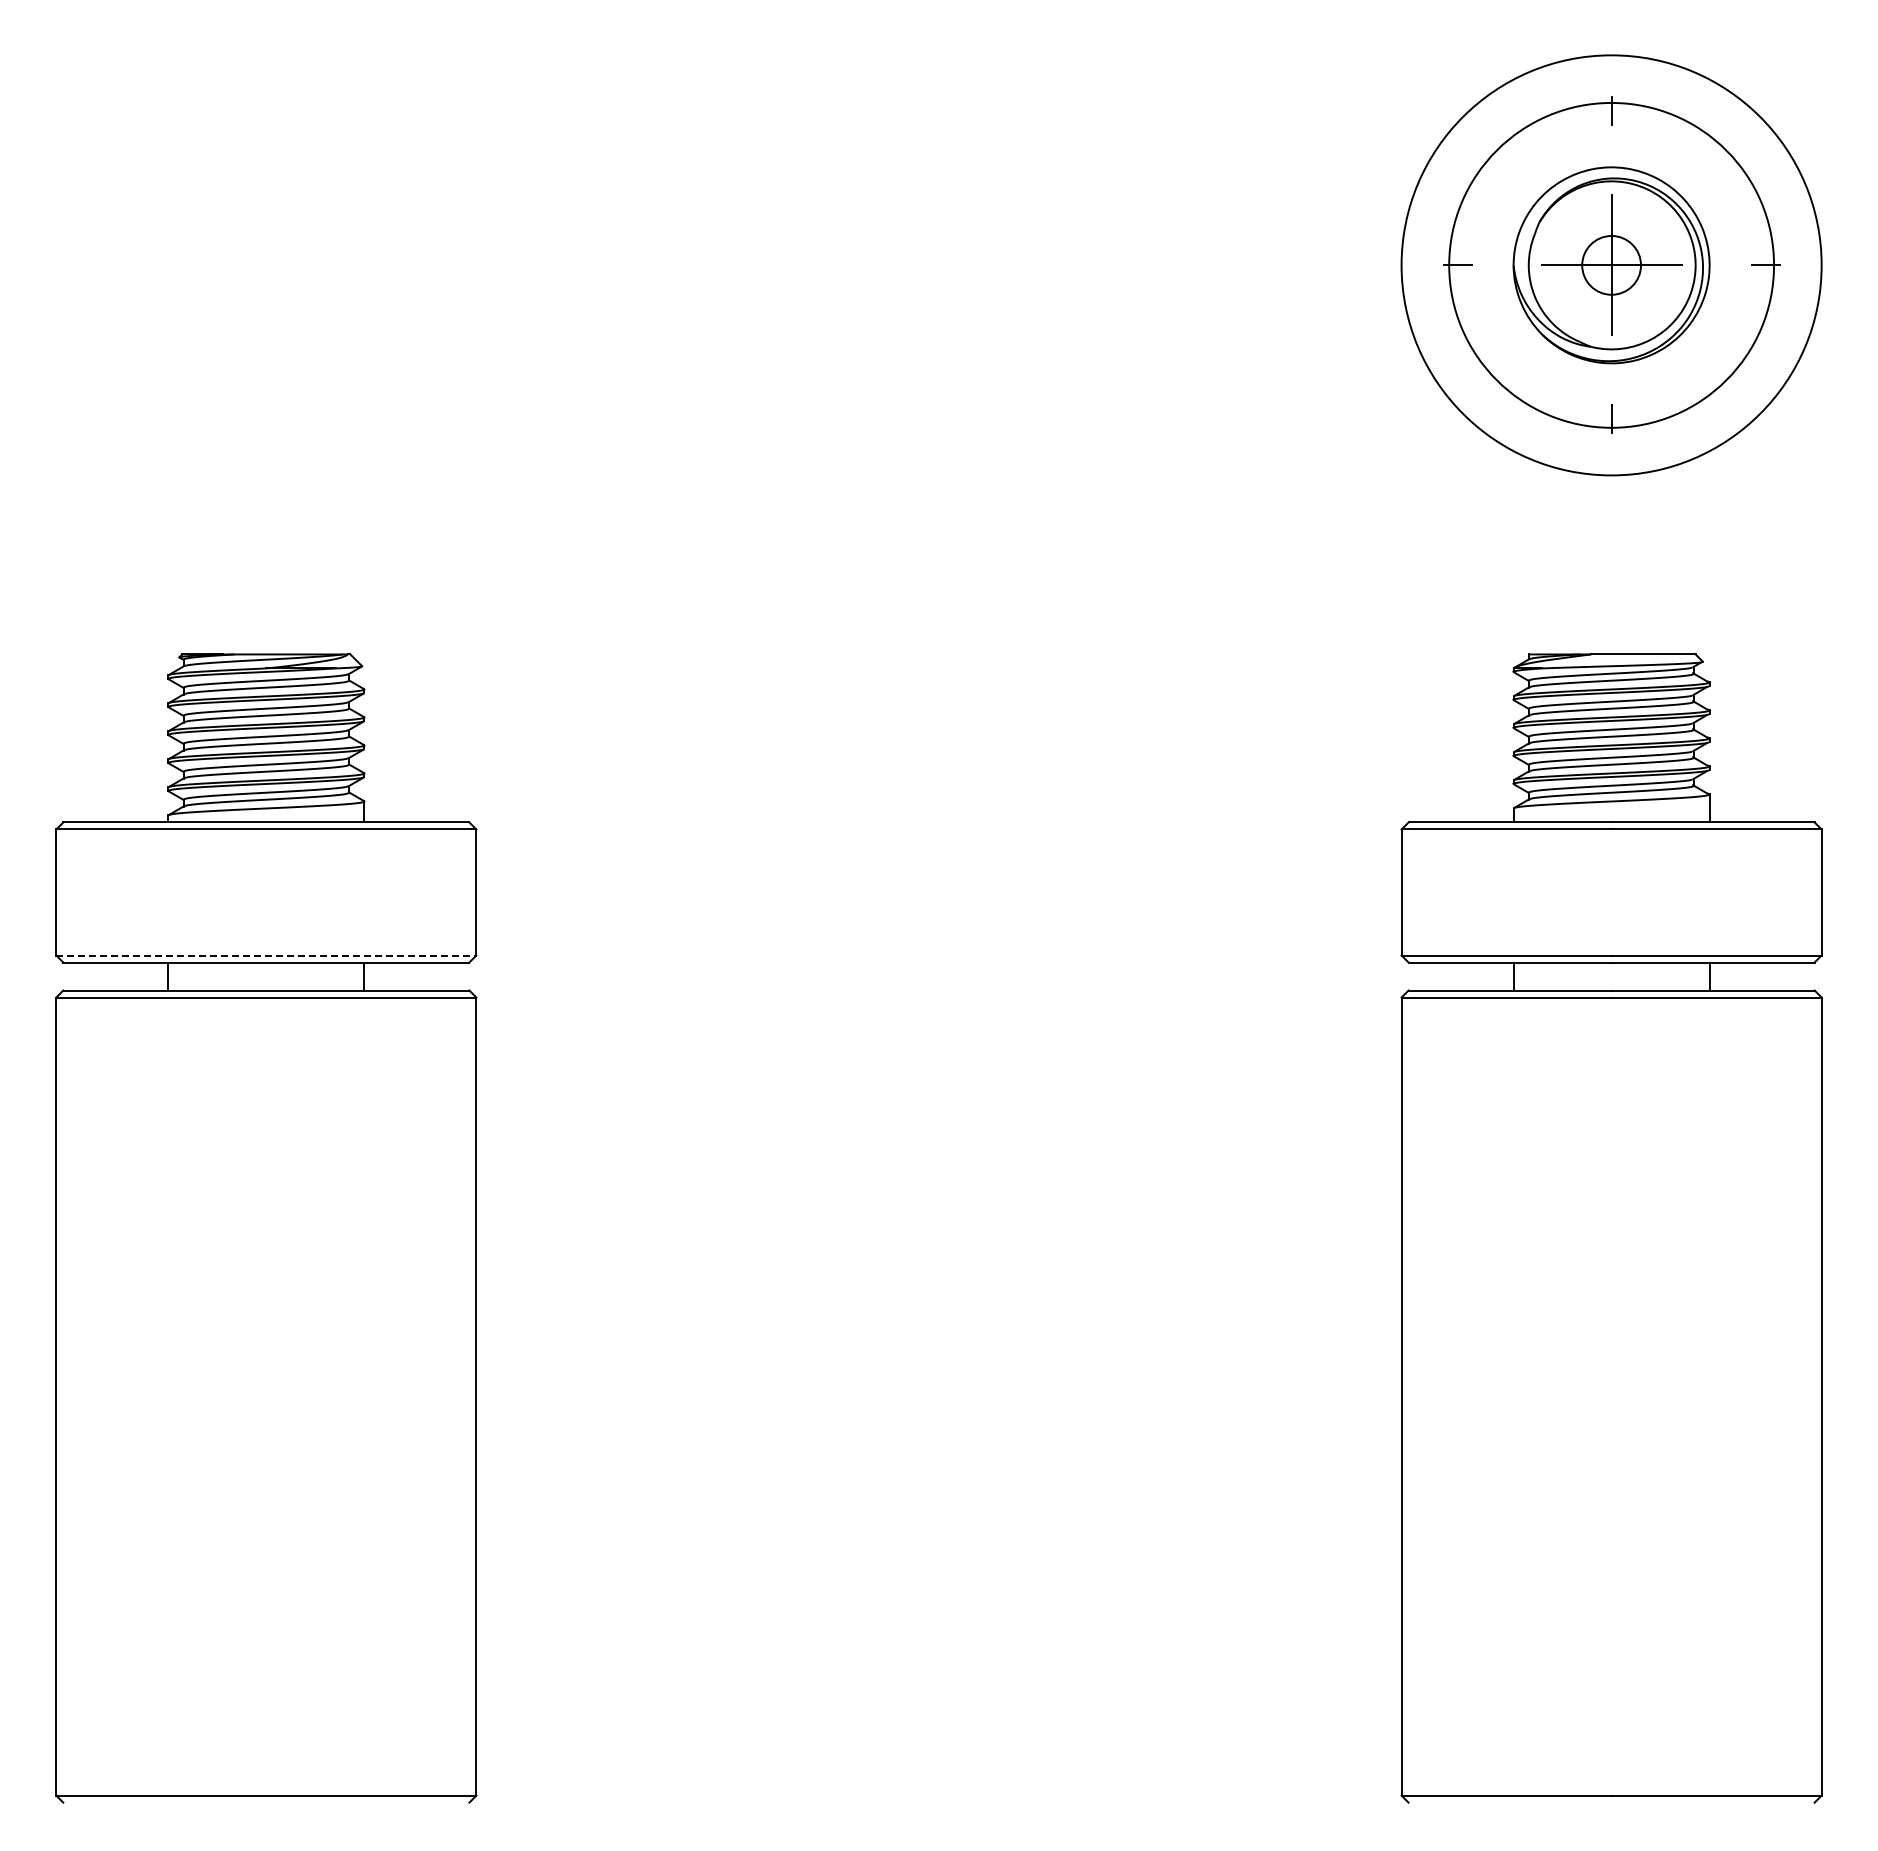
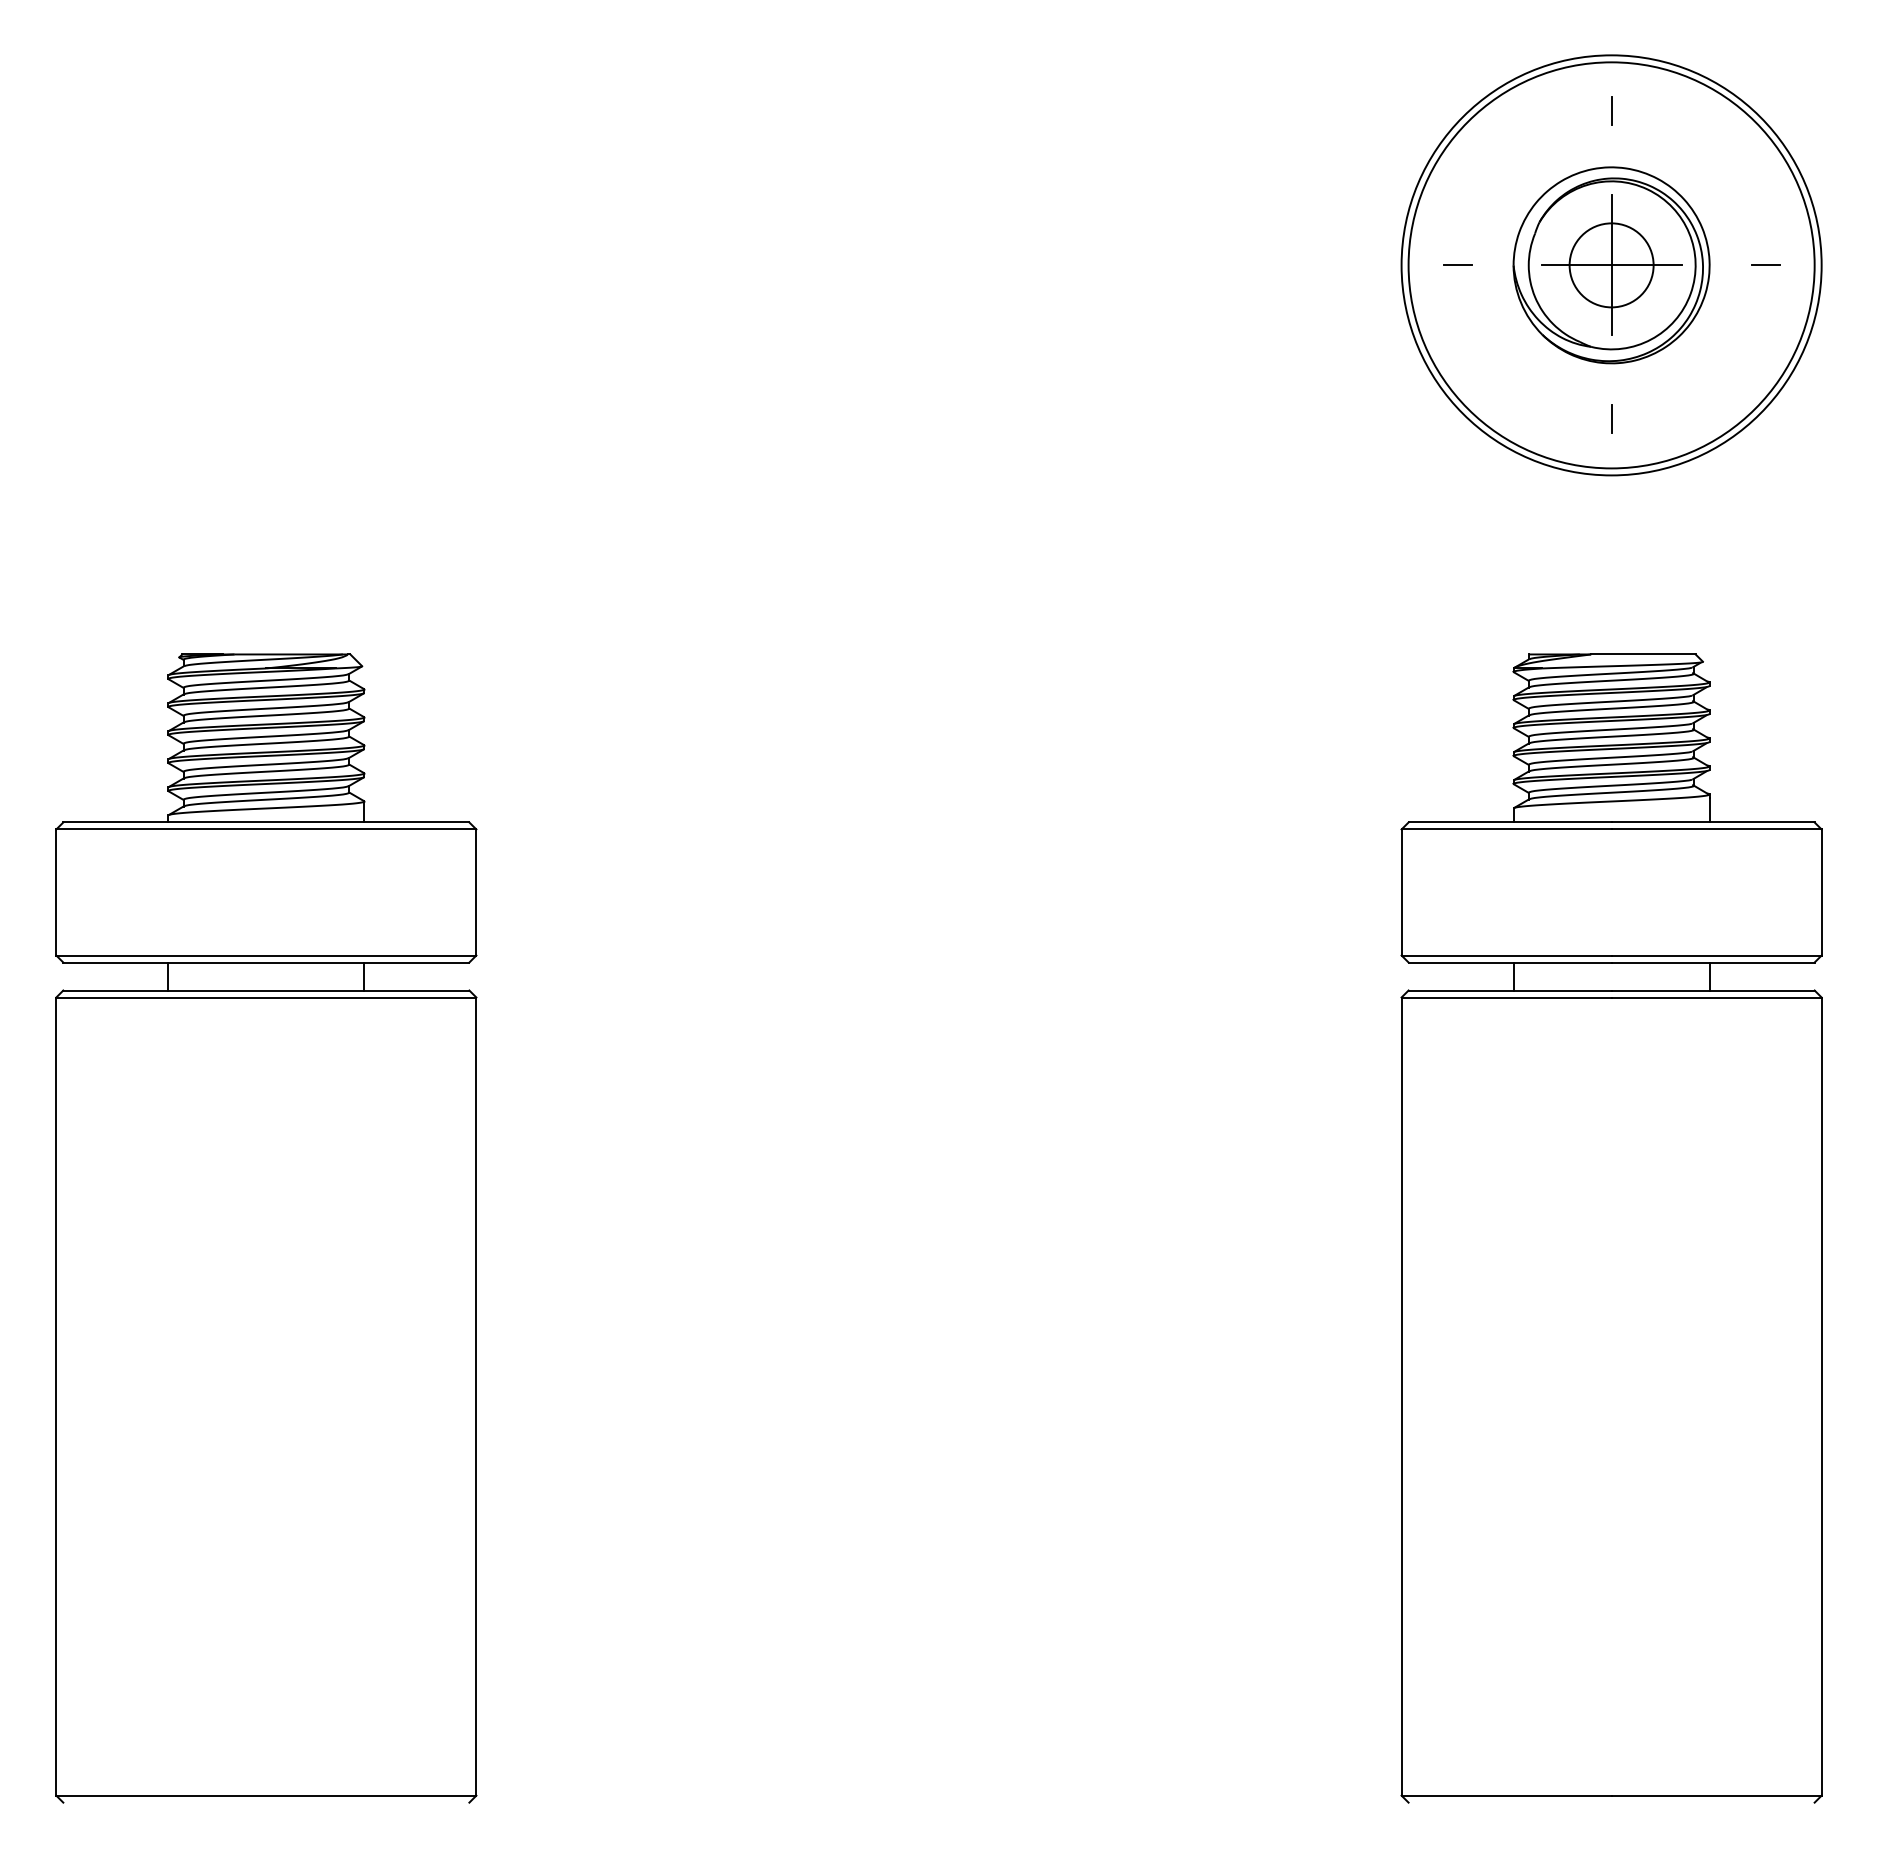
circle at (1611, 264) diameter: 325 px -> 406 px
circle at (1611, 264) diameter: 59 px -> 84 px
line at (266, 955): dashed -> solid
